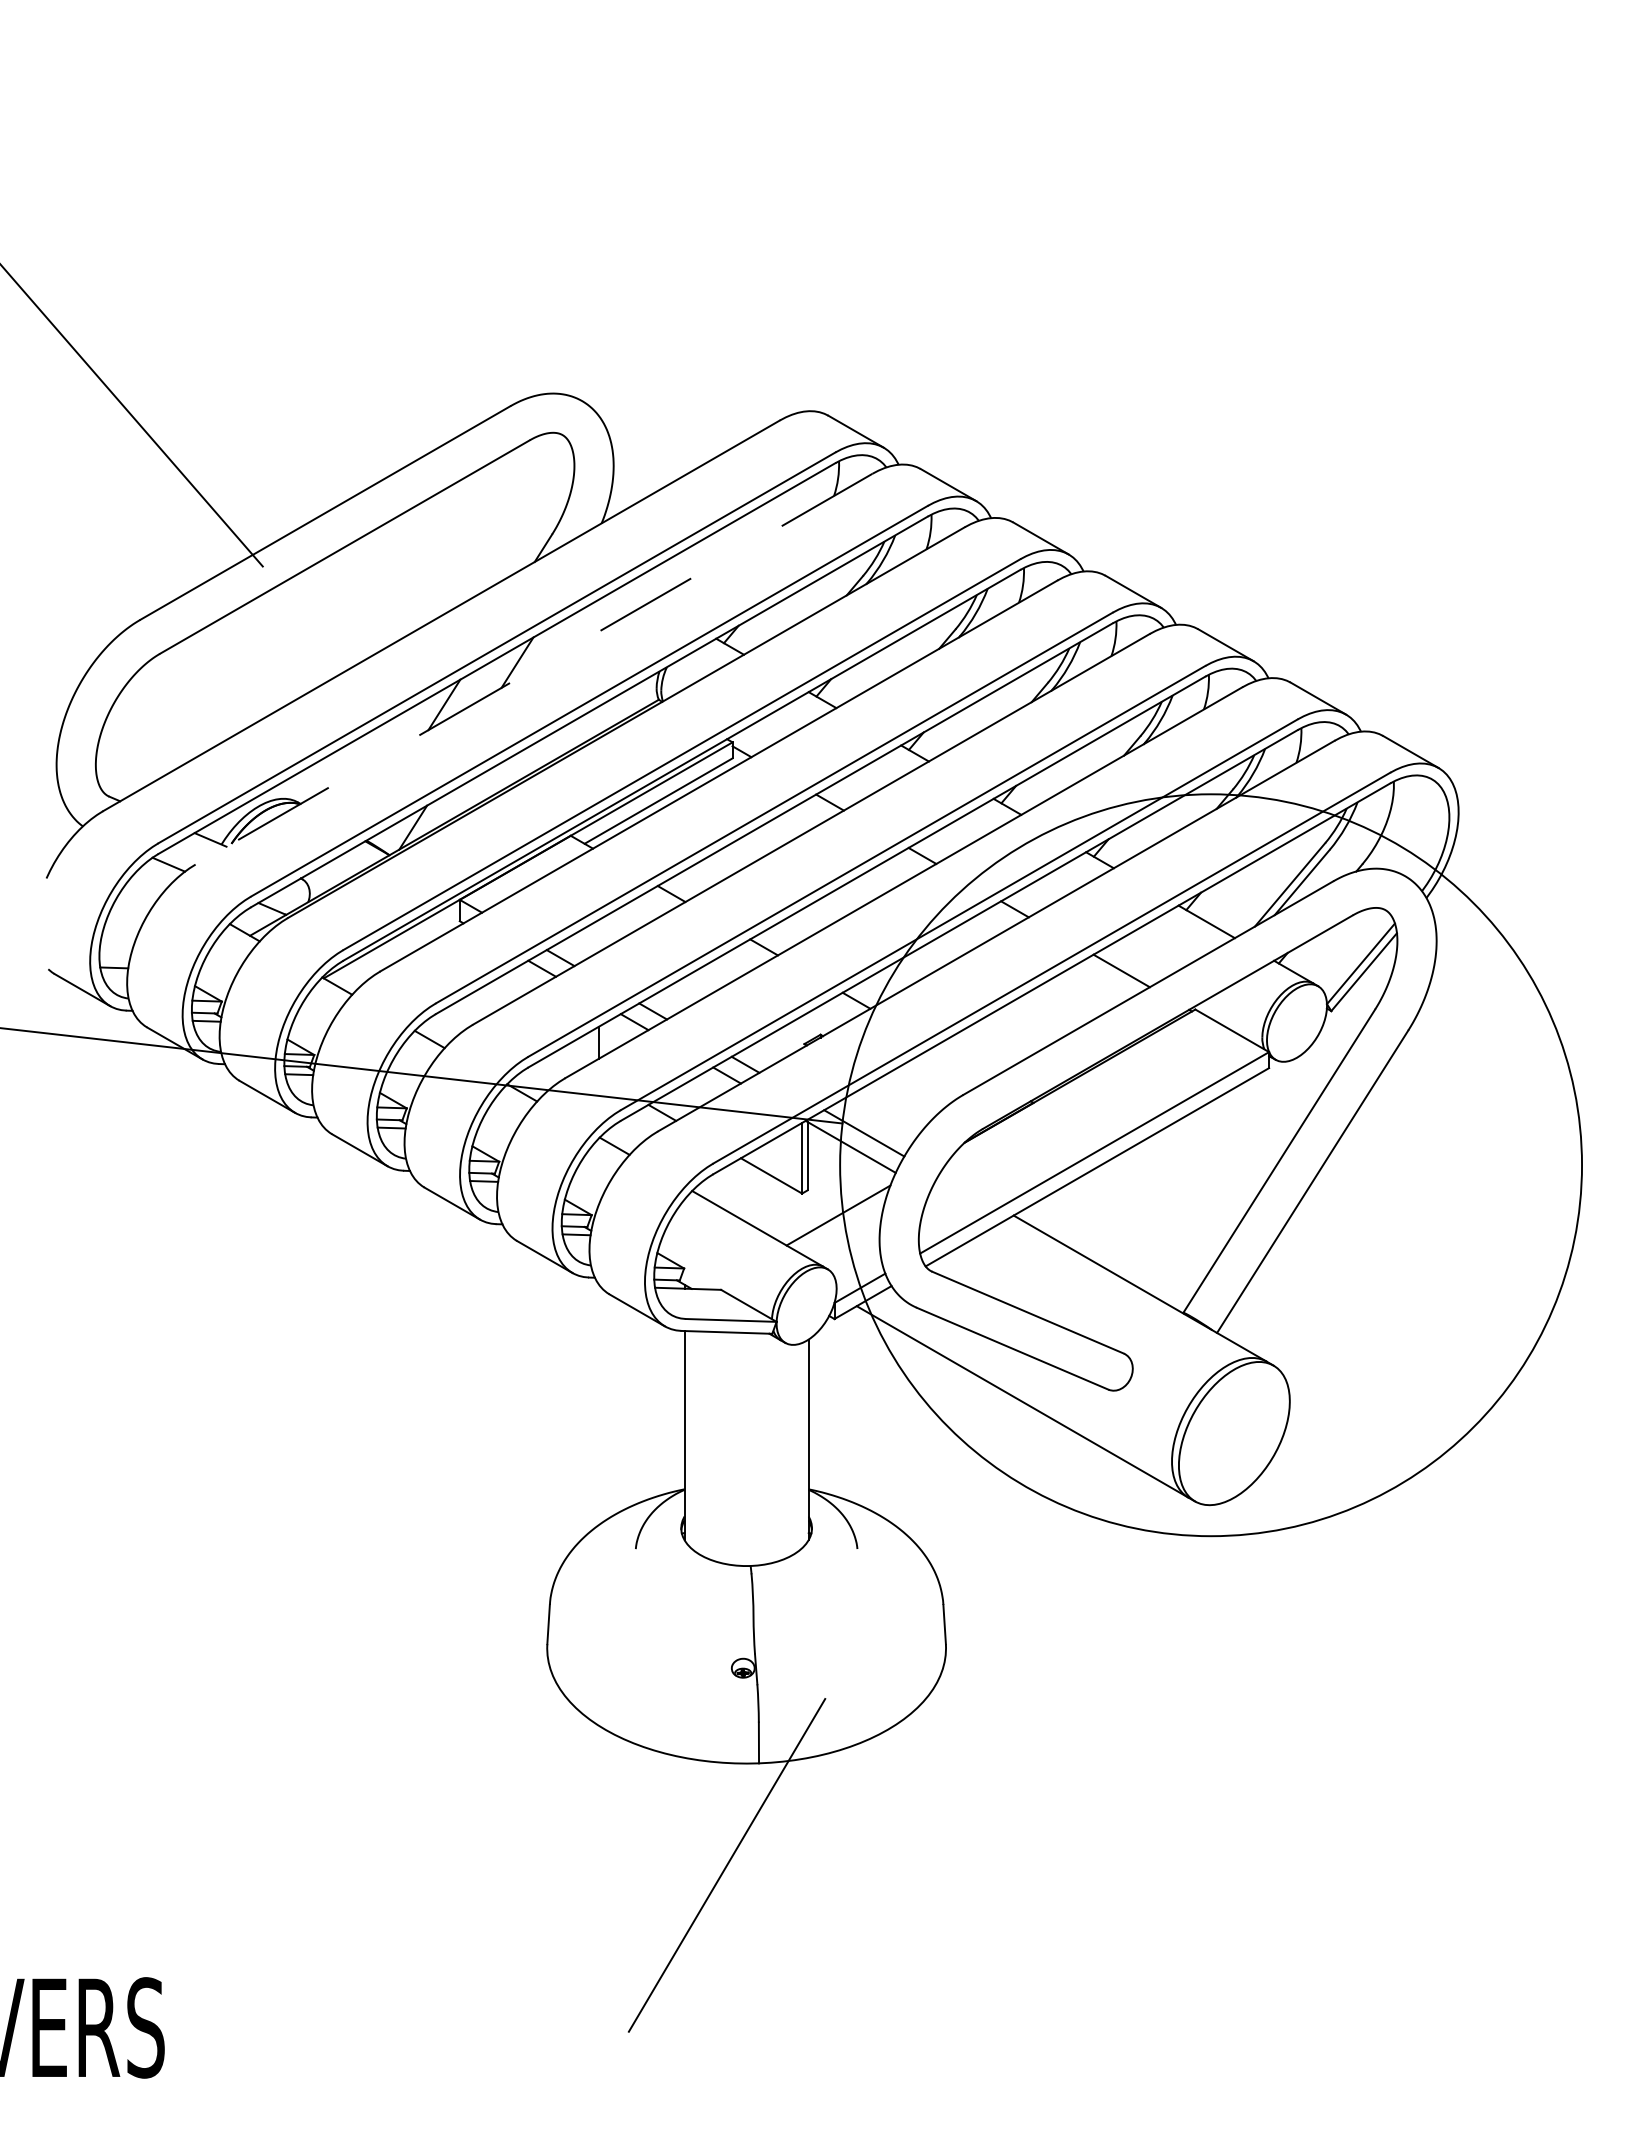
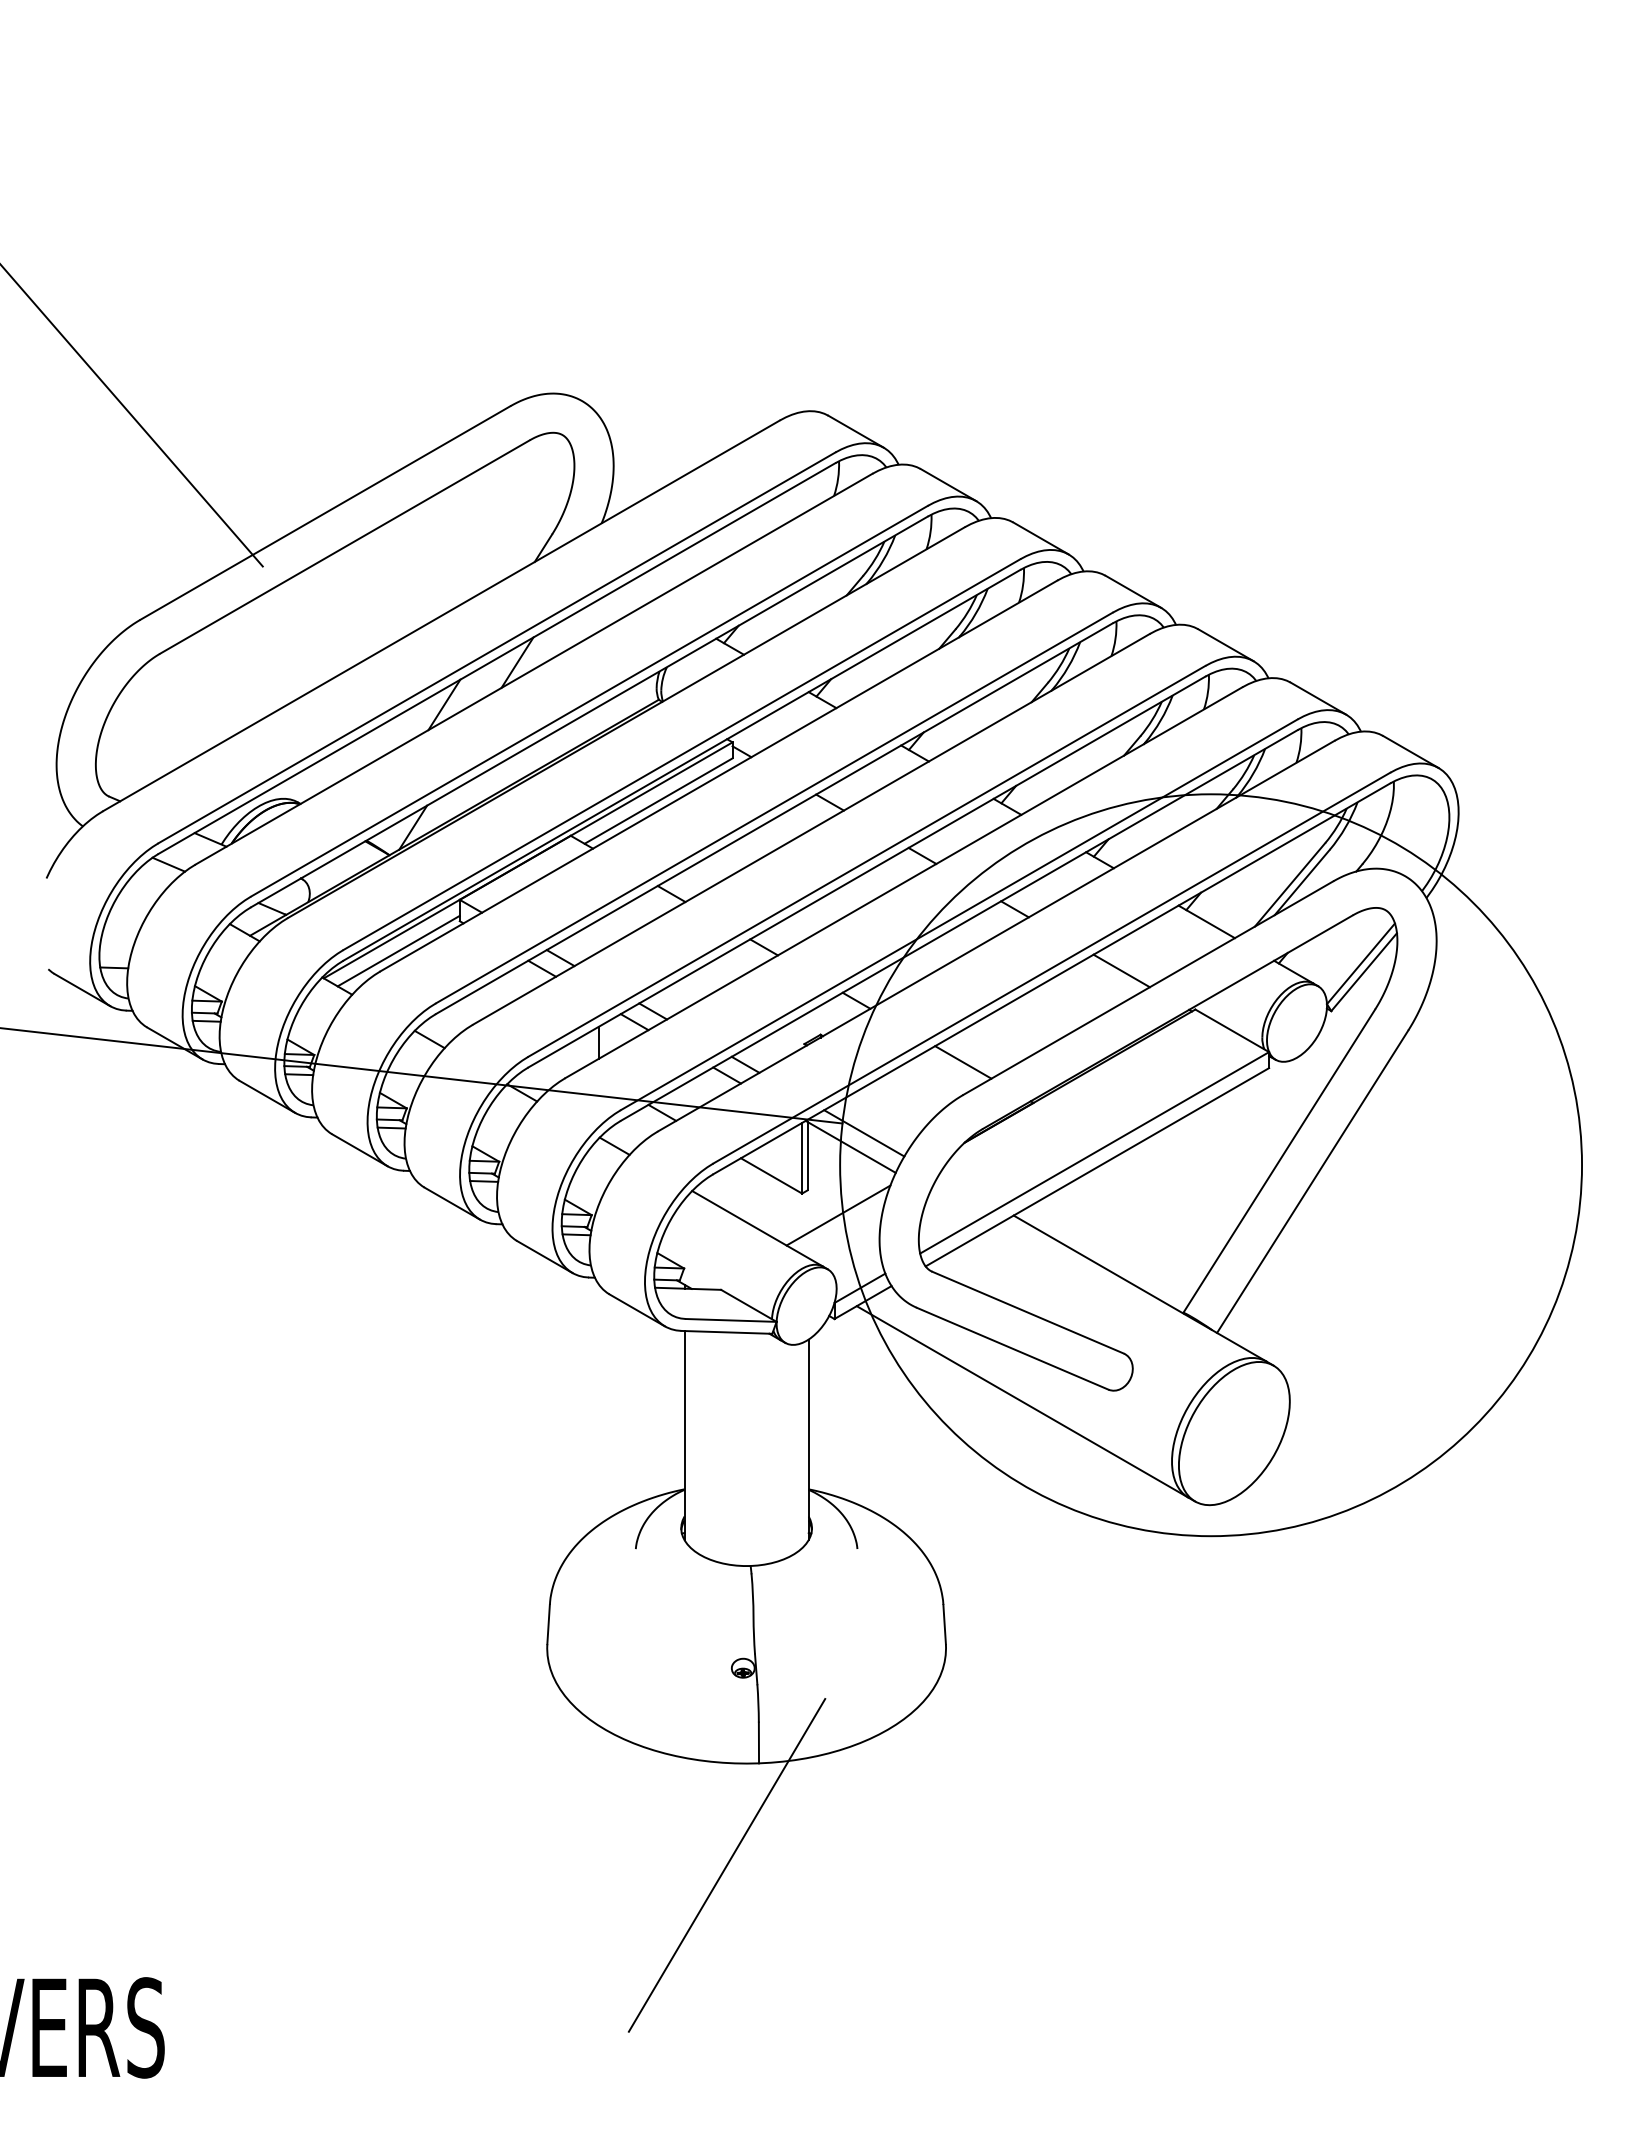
line at (533, 669): dashed -> solid
line at (398, 950): none -> present
line at (963, 1062): none -> present
